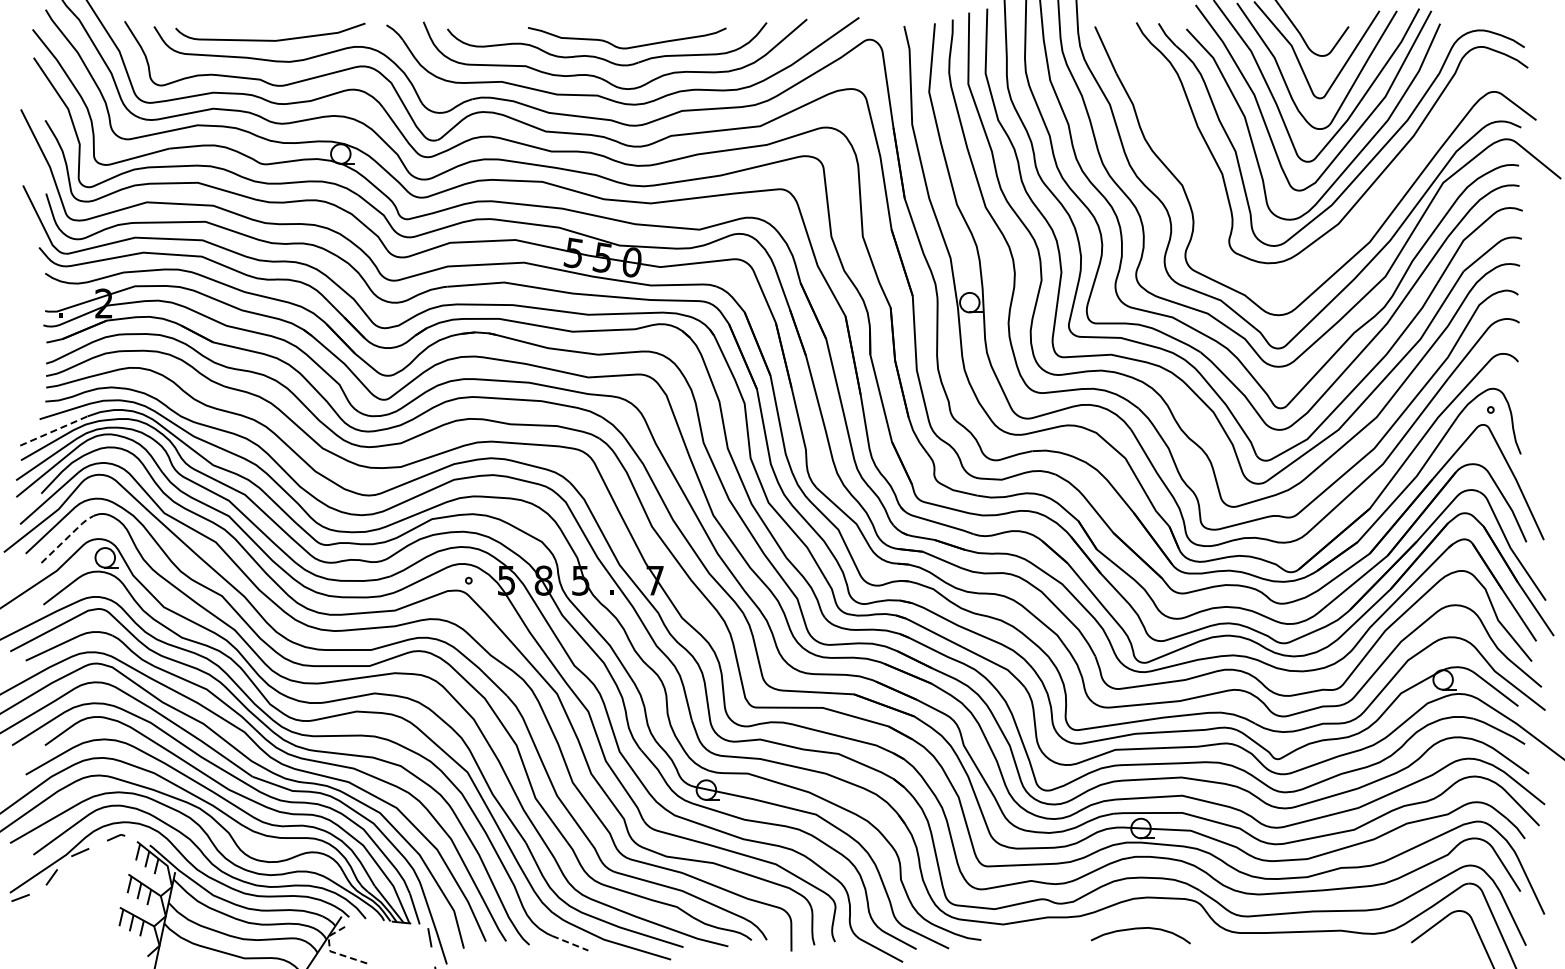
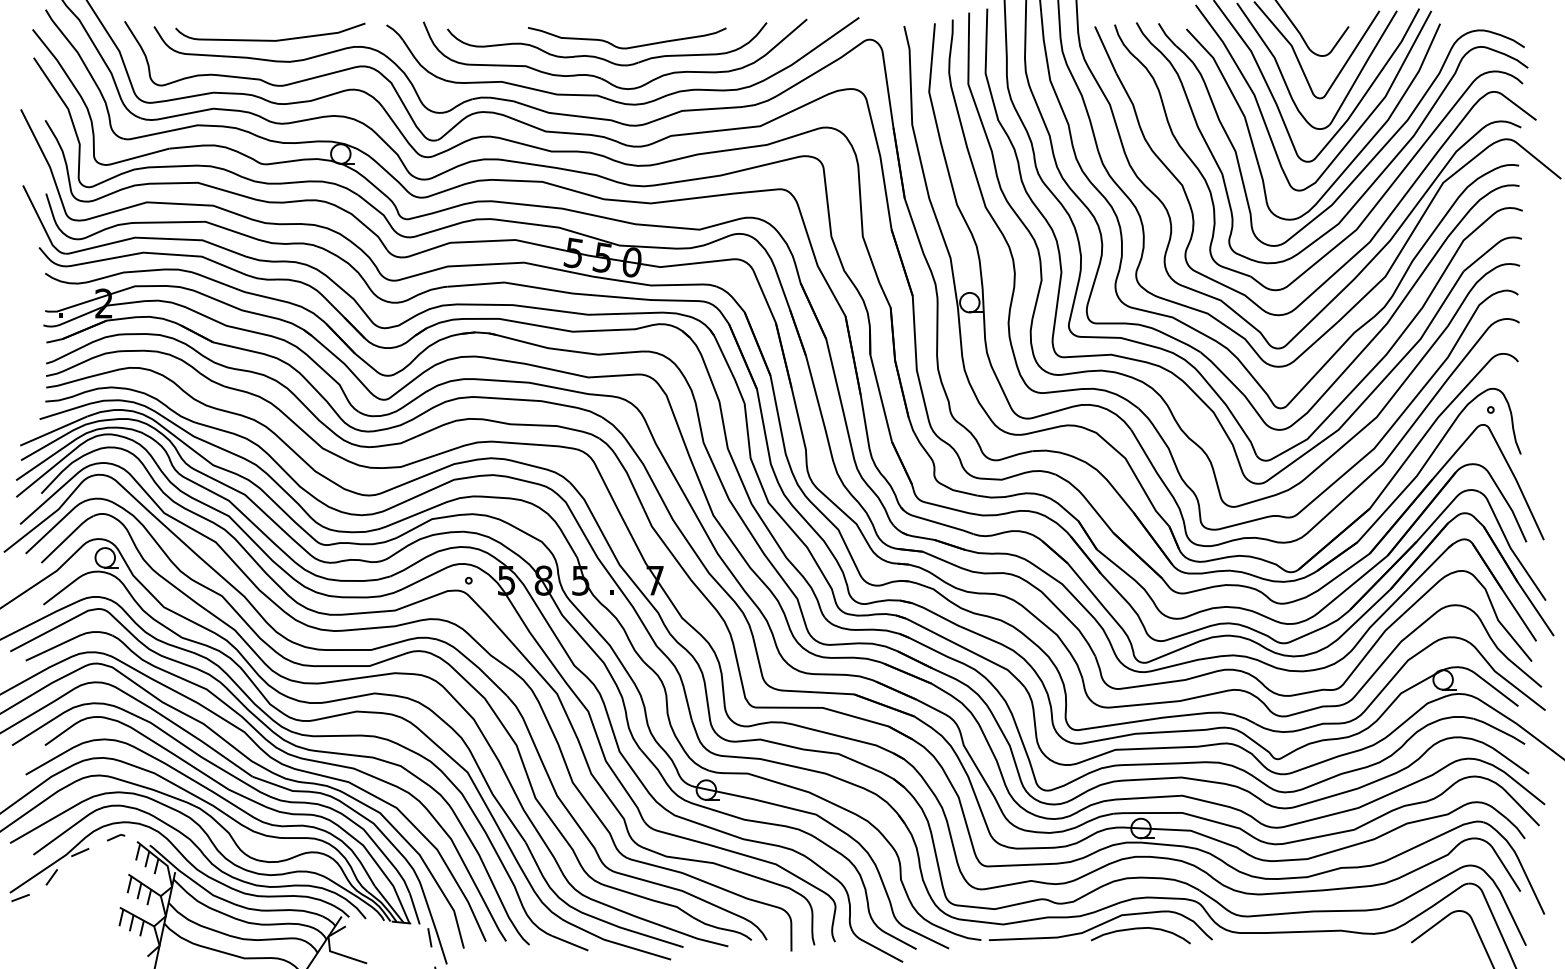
part at (1376, 202): none -> present
line at (53, 431): dashed -> solid
line at (67, 537): dashed -> solid
curve at (1100, 925): none -> present
line at (570, 943): dashed -> solid
line at (330, 951): dashed -> solid
